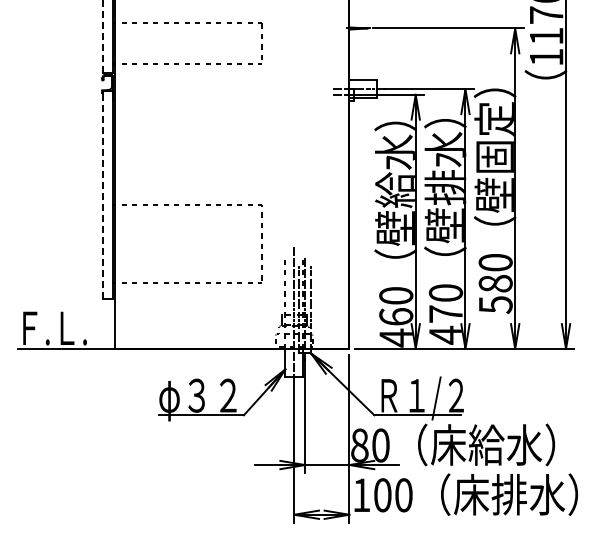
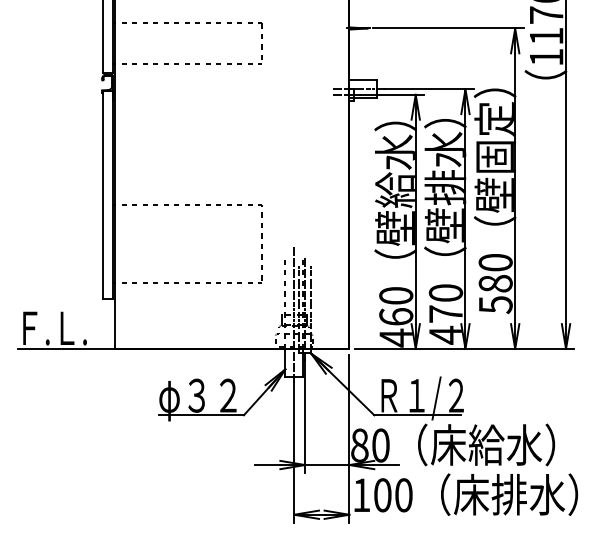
line at (103, 36): dashed -> solid
line at (103, 195): dashed -> solid
